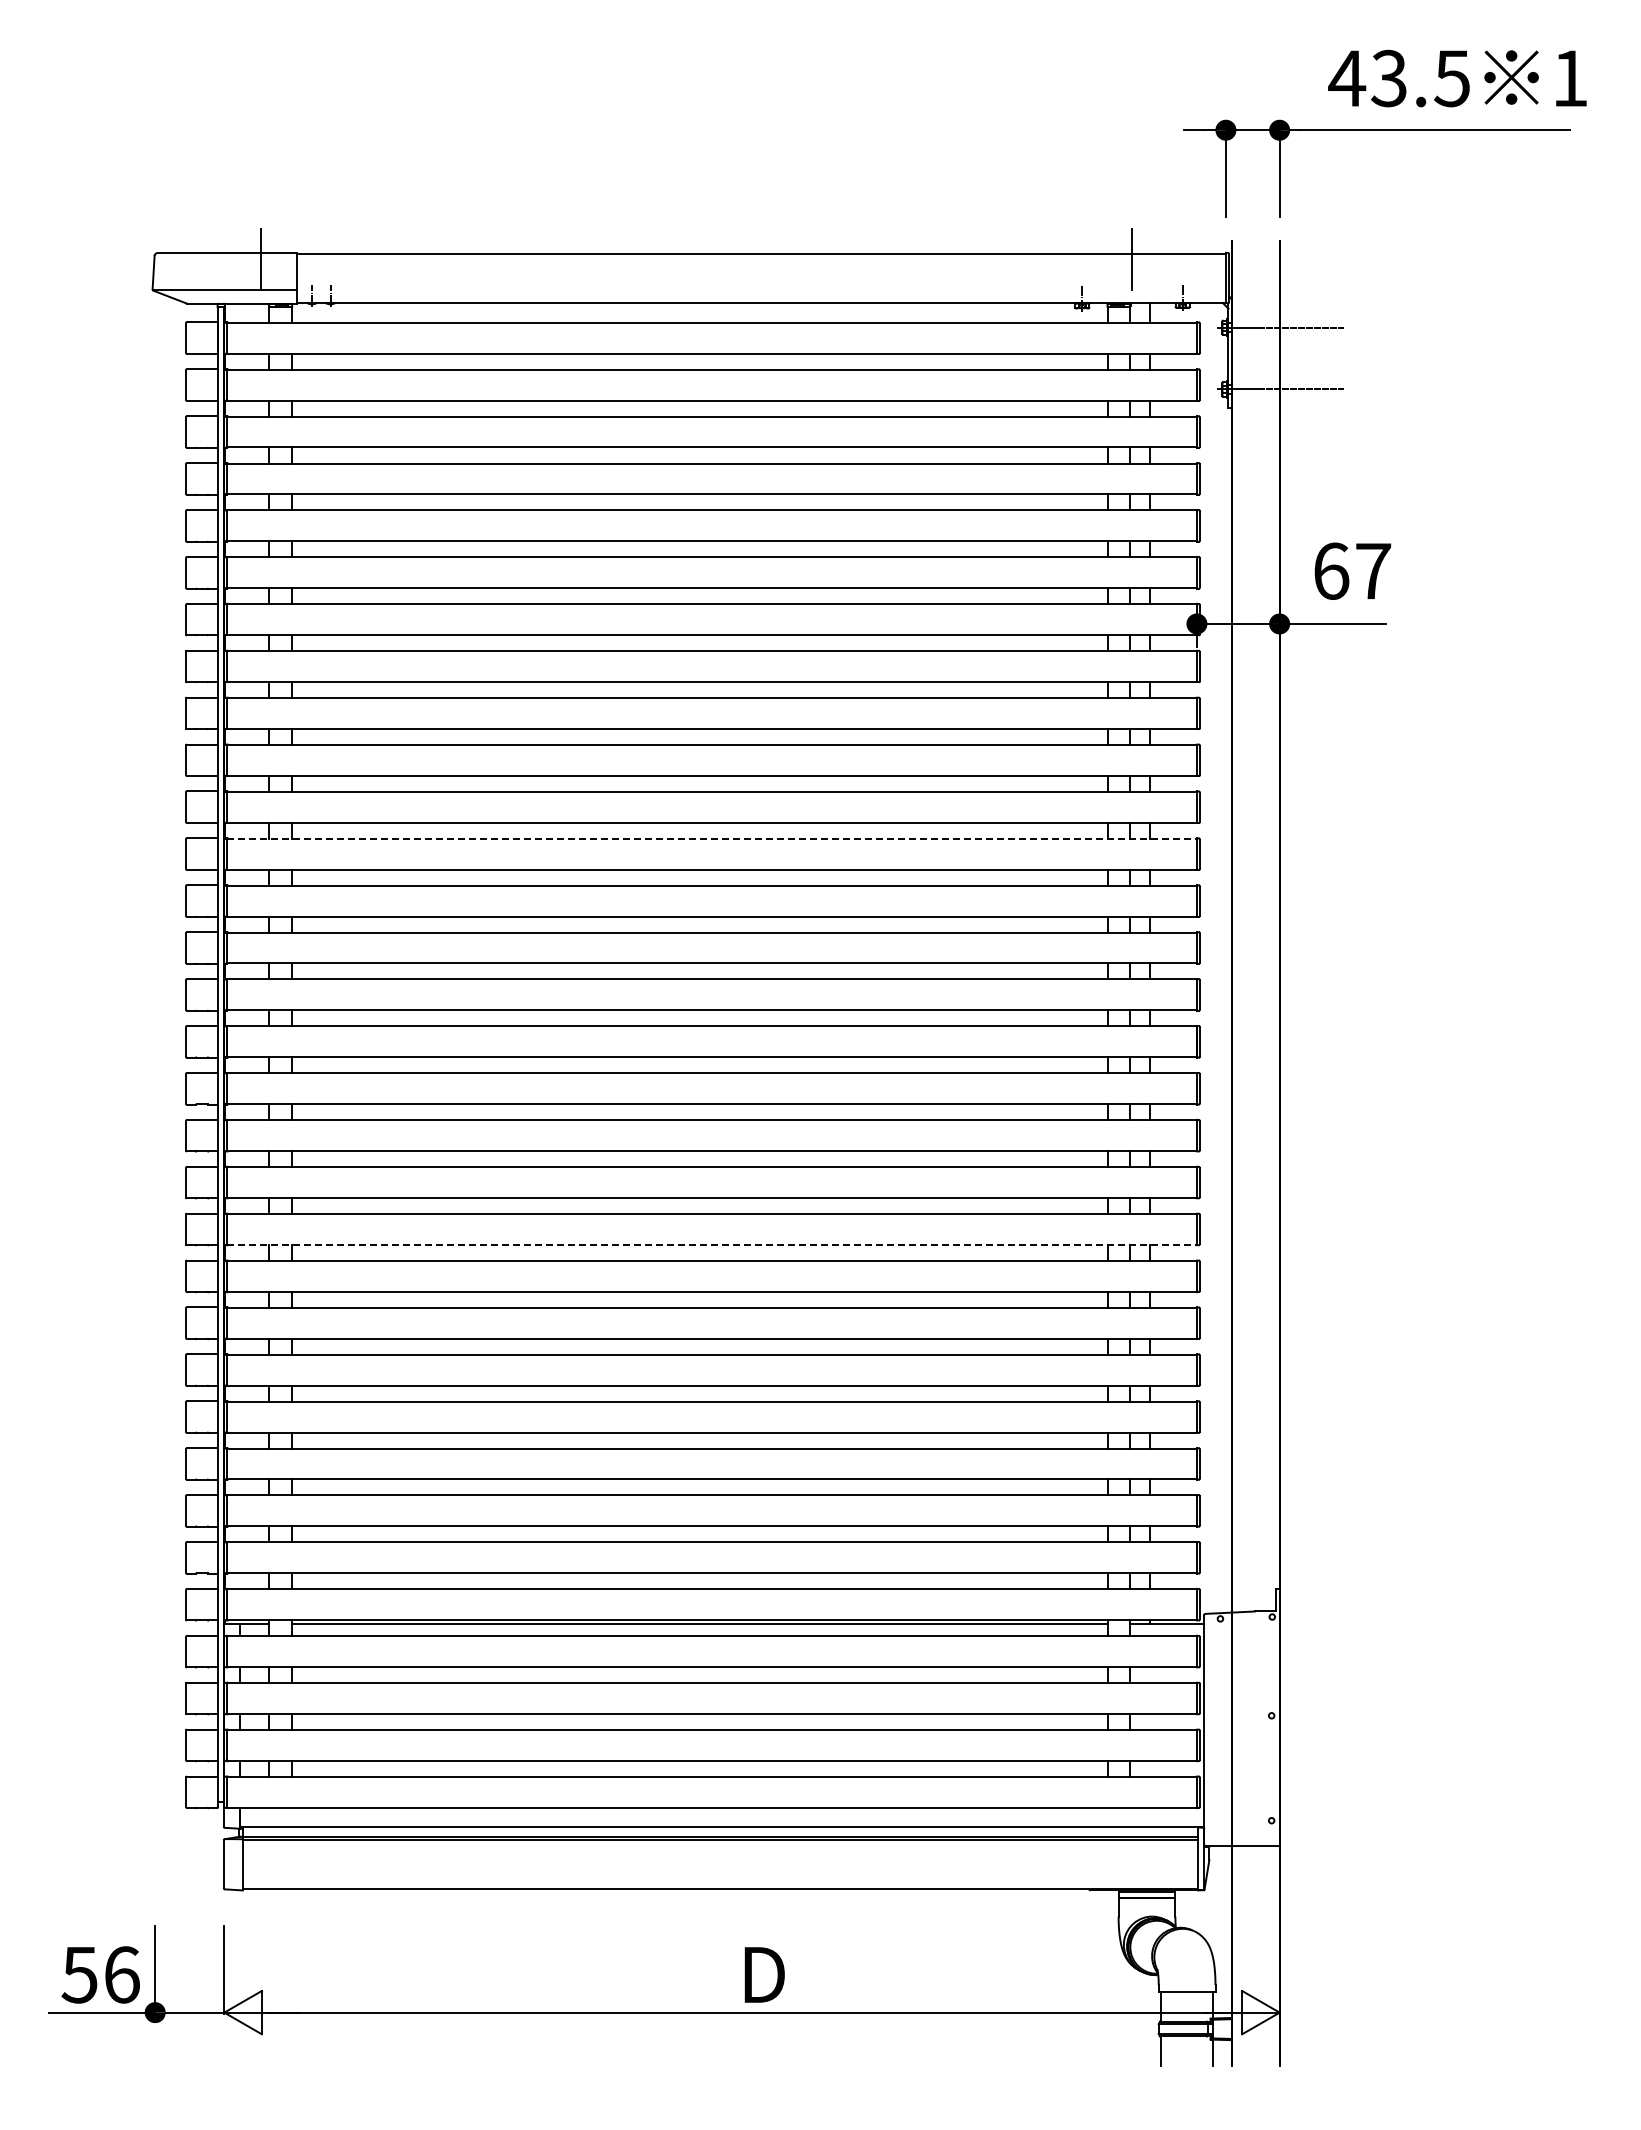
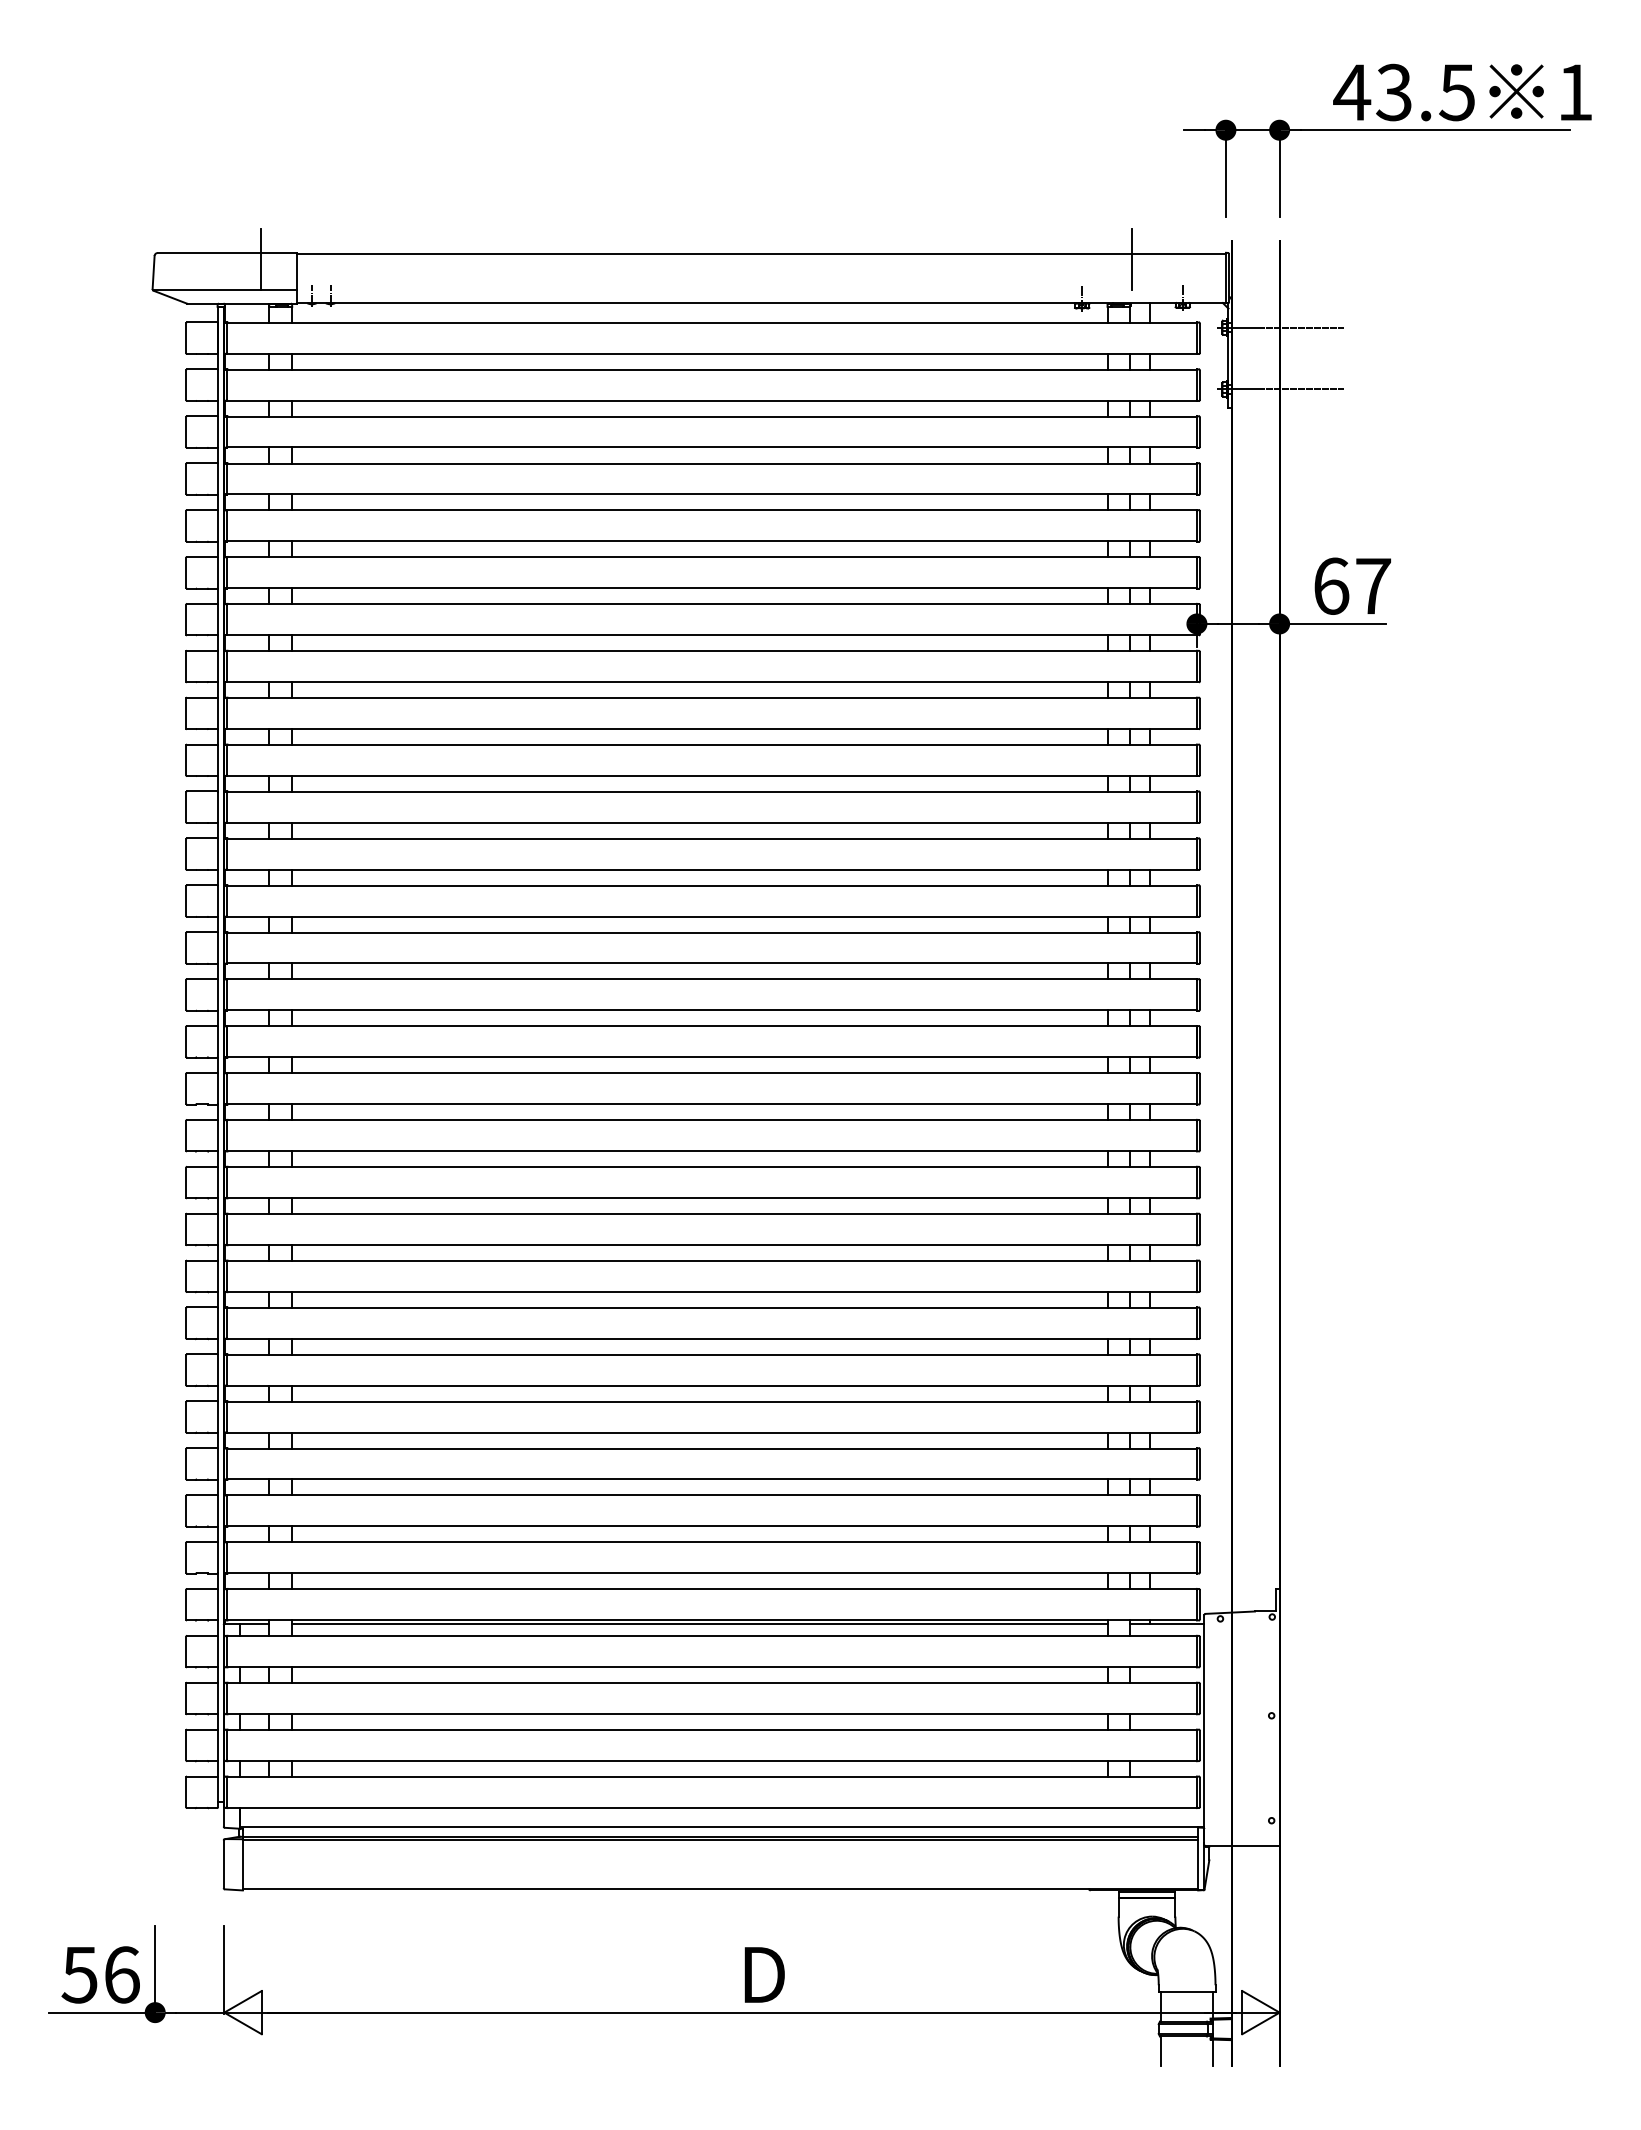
text at (1457, 78) position: (1457, 78) -> (1462, 92)
text at (1352, 570) position: (1352, 570) -> (1352, 585)
line at (712, 838): dashed -> solid
line at (712, 1244): dashed -> solid
